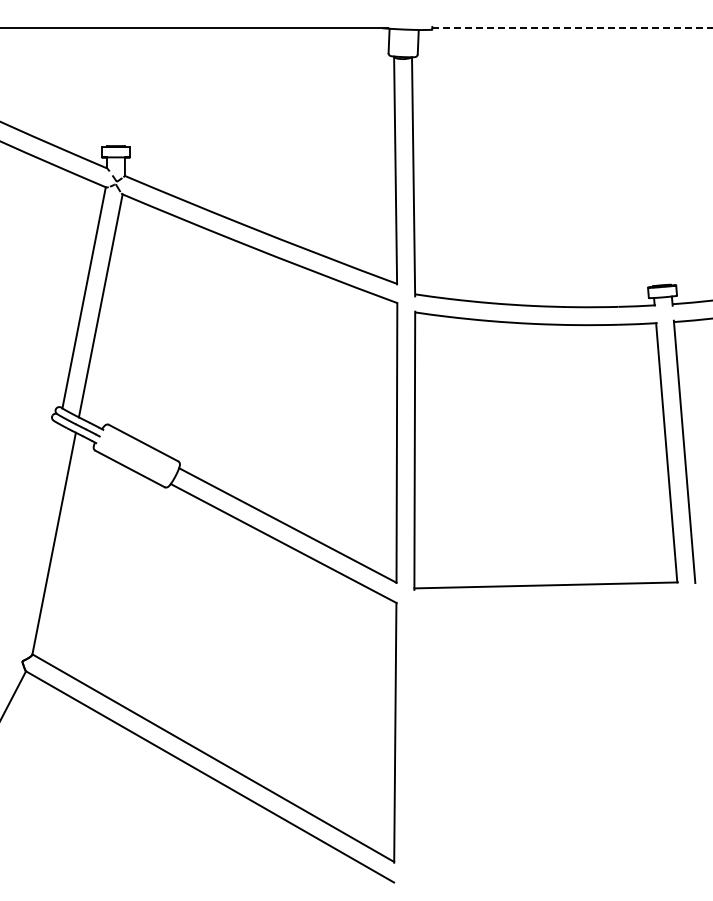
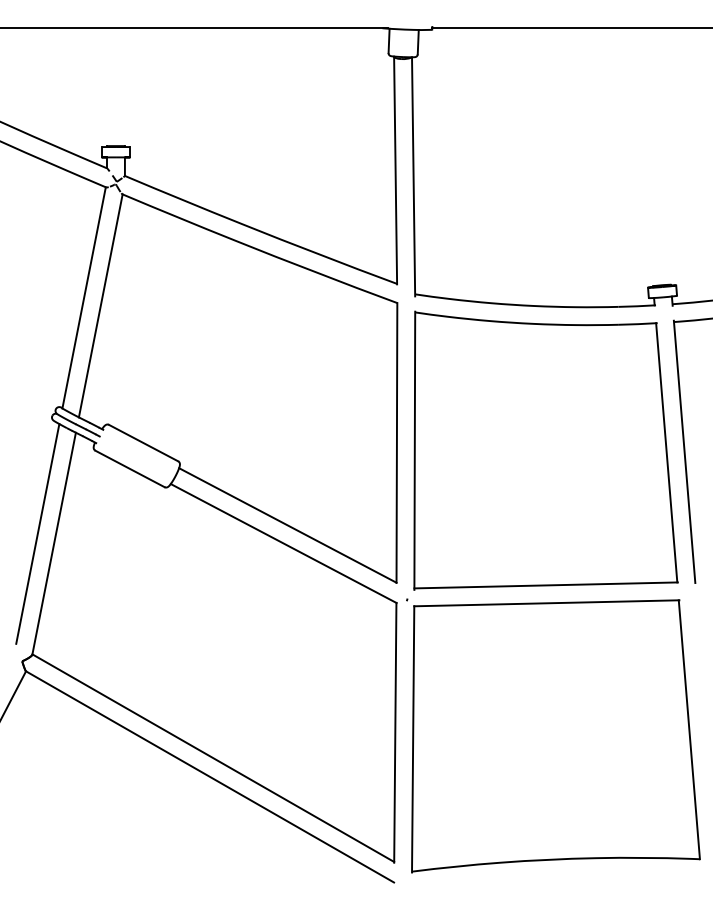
line at (572, 28): dashed -> solid
line at (37, 533): none -> present
part at (553, 735): none -> present
